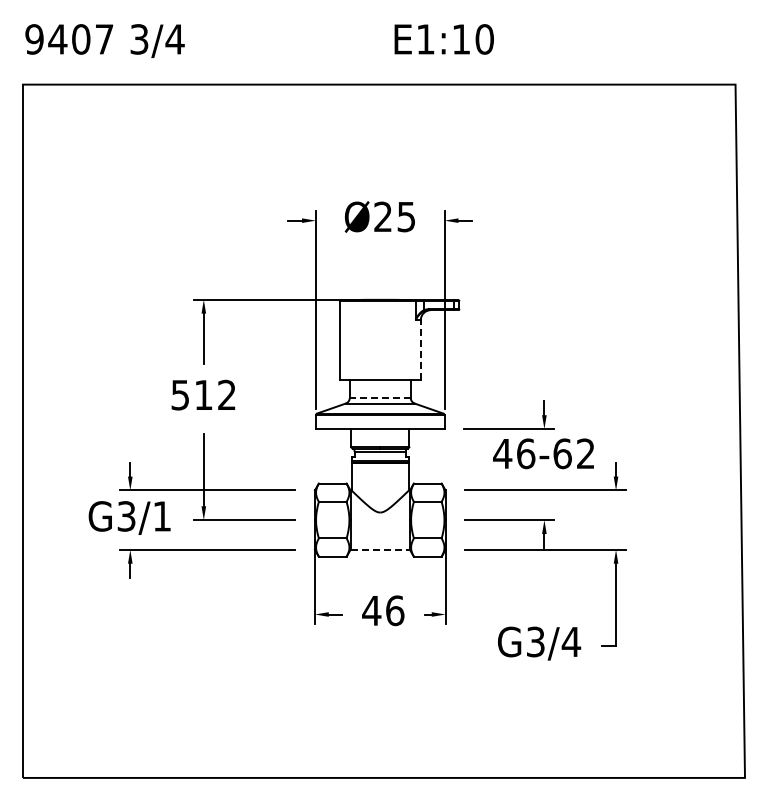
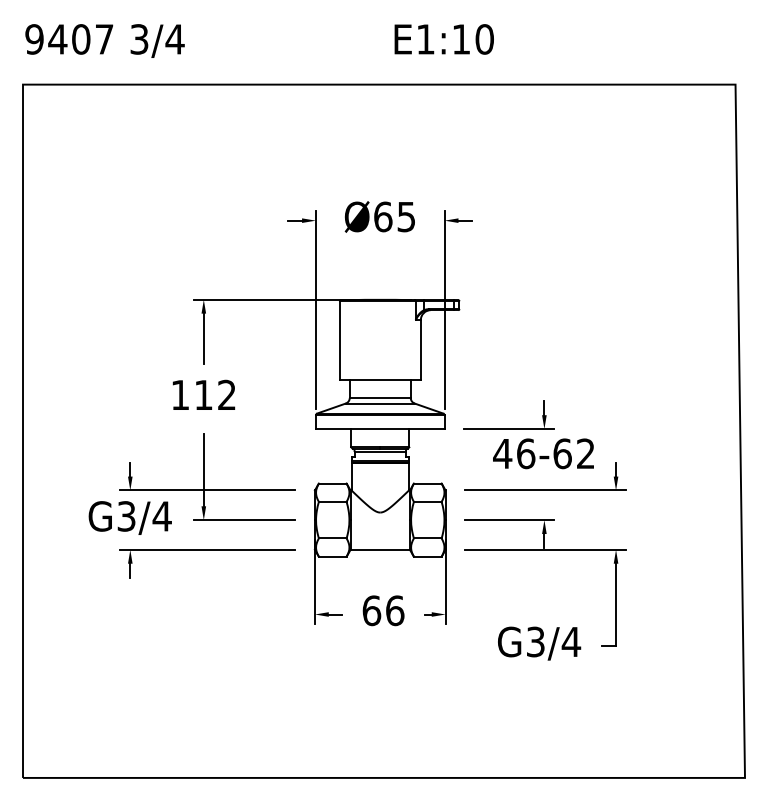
text at (383, 216): Ø25 -> Ø65
line at (420, 350): dashed -> solid
text at (179, 395): 512 -> 112
line at (379, 397): dashed -> solid
text at (161, 516): G3/1 -> G3/4
line at (380, 549): dashed -> solid
text at (371, 610): 46 -> 66
